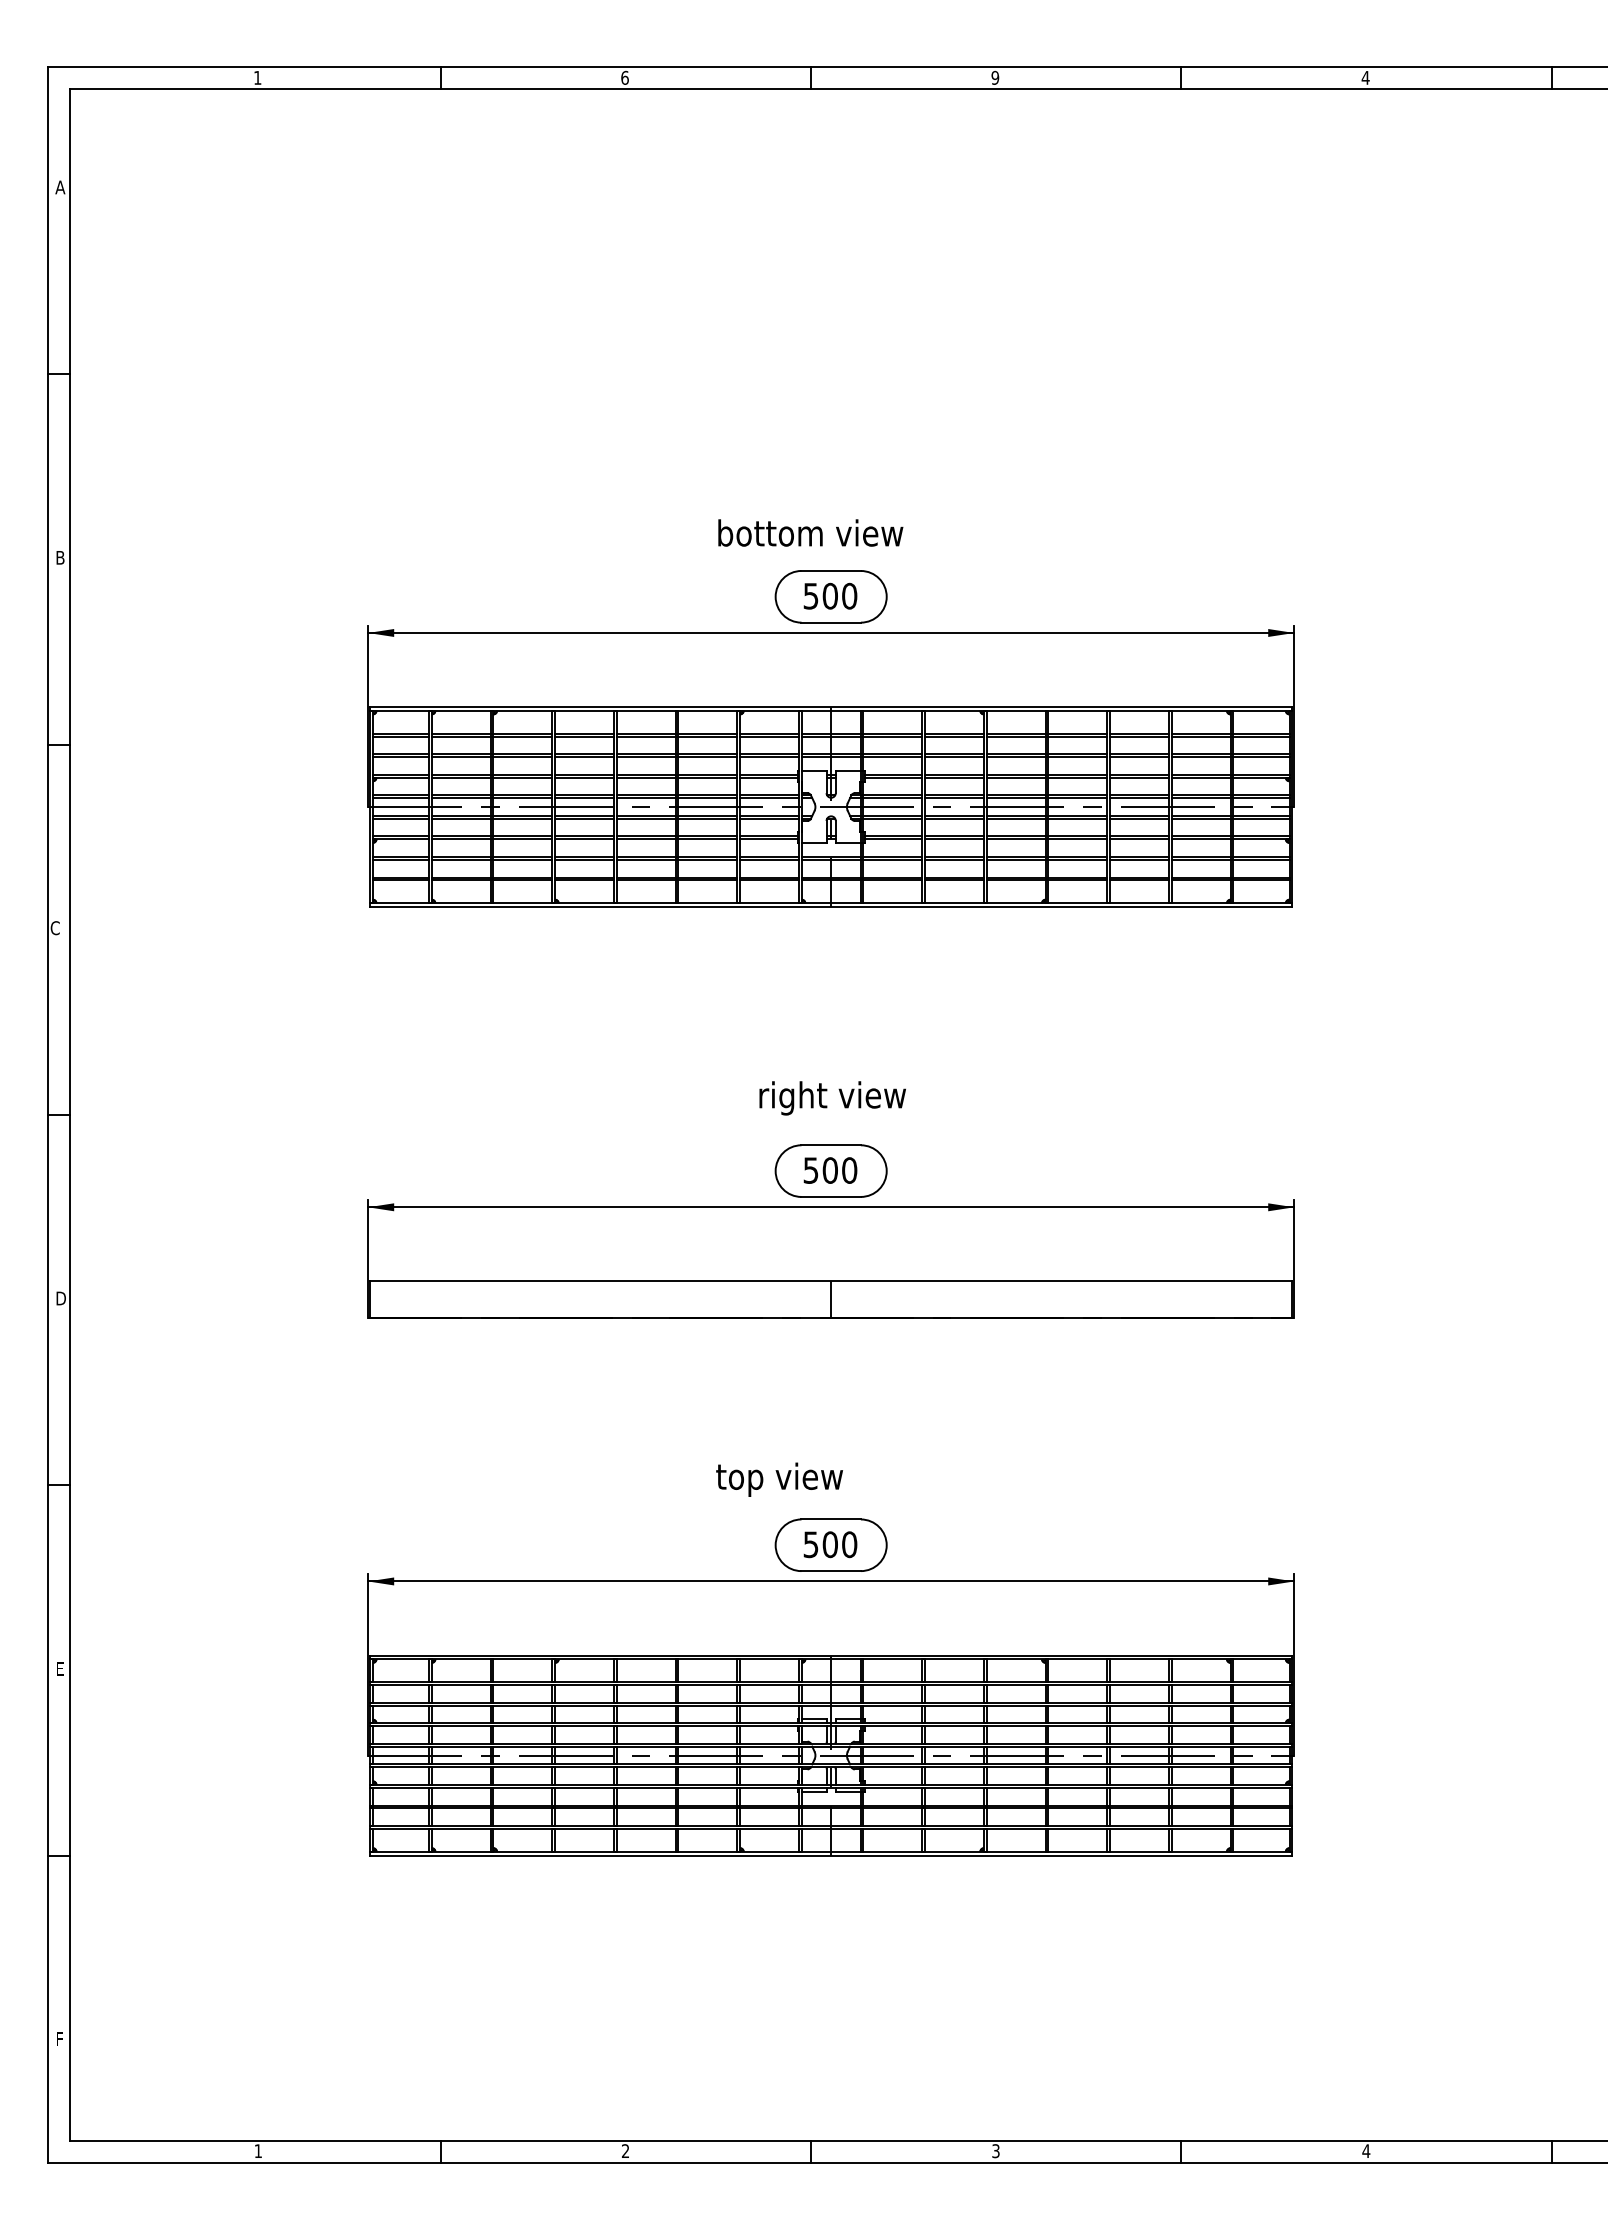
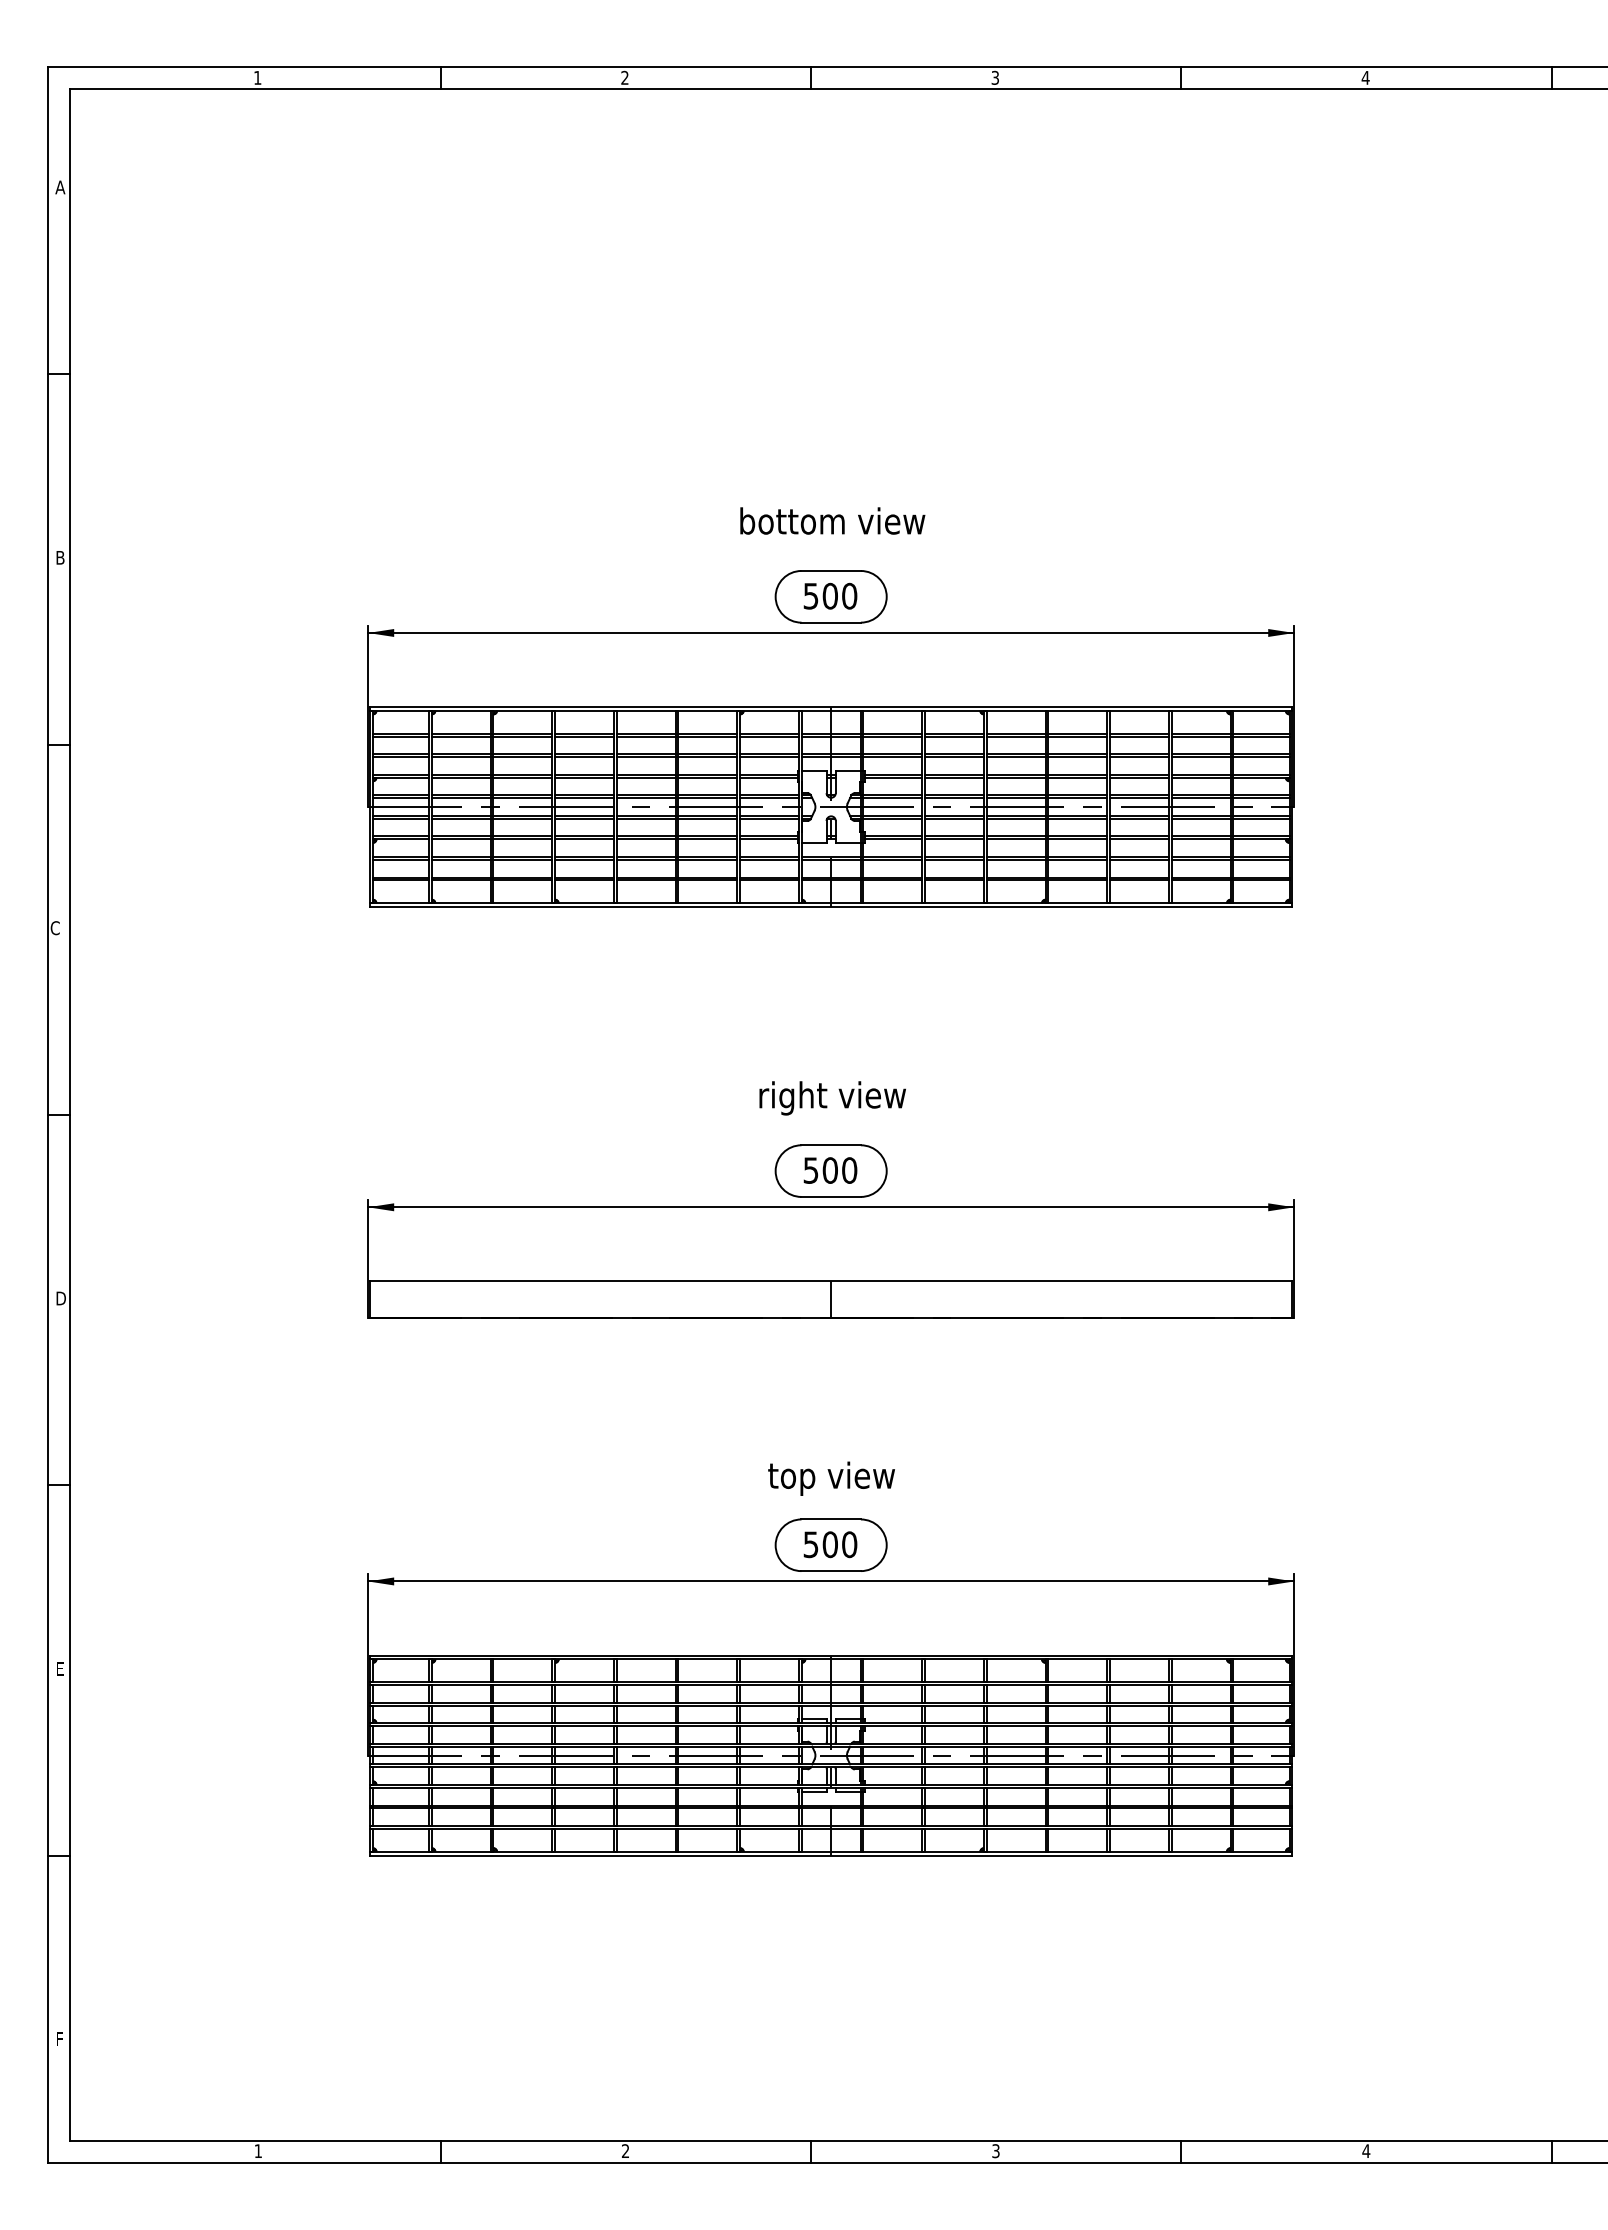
text at (624, 77): 6 -> 2
text at (995, 77): 9 -> 3
text at (810, 532) position: (810, 532) -> (832, 520)
text at (779, 1479) position: (779, 1479) -> (831, 1478)
